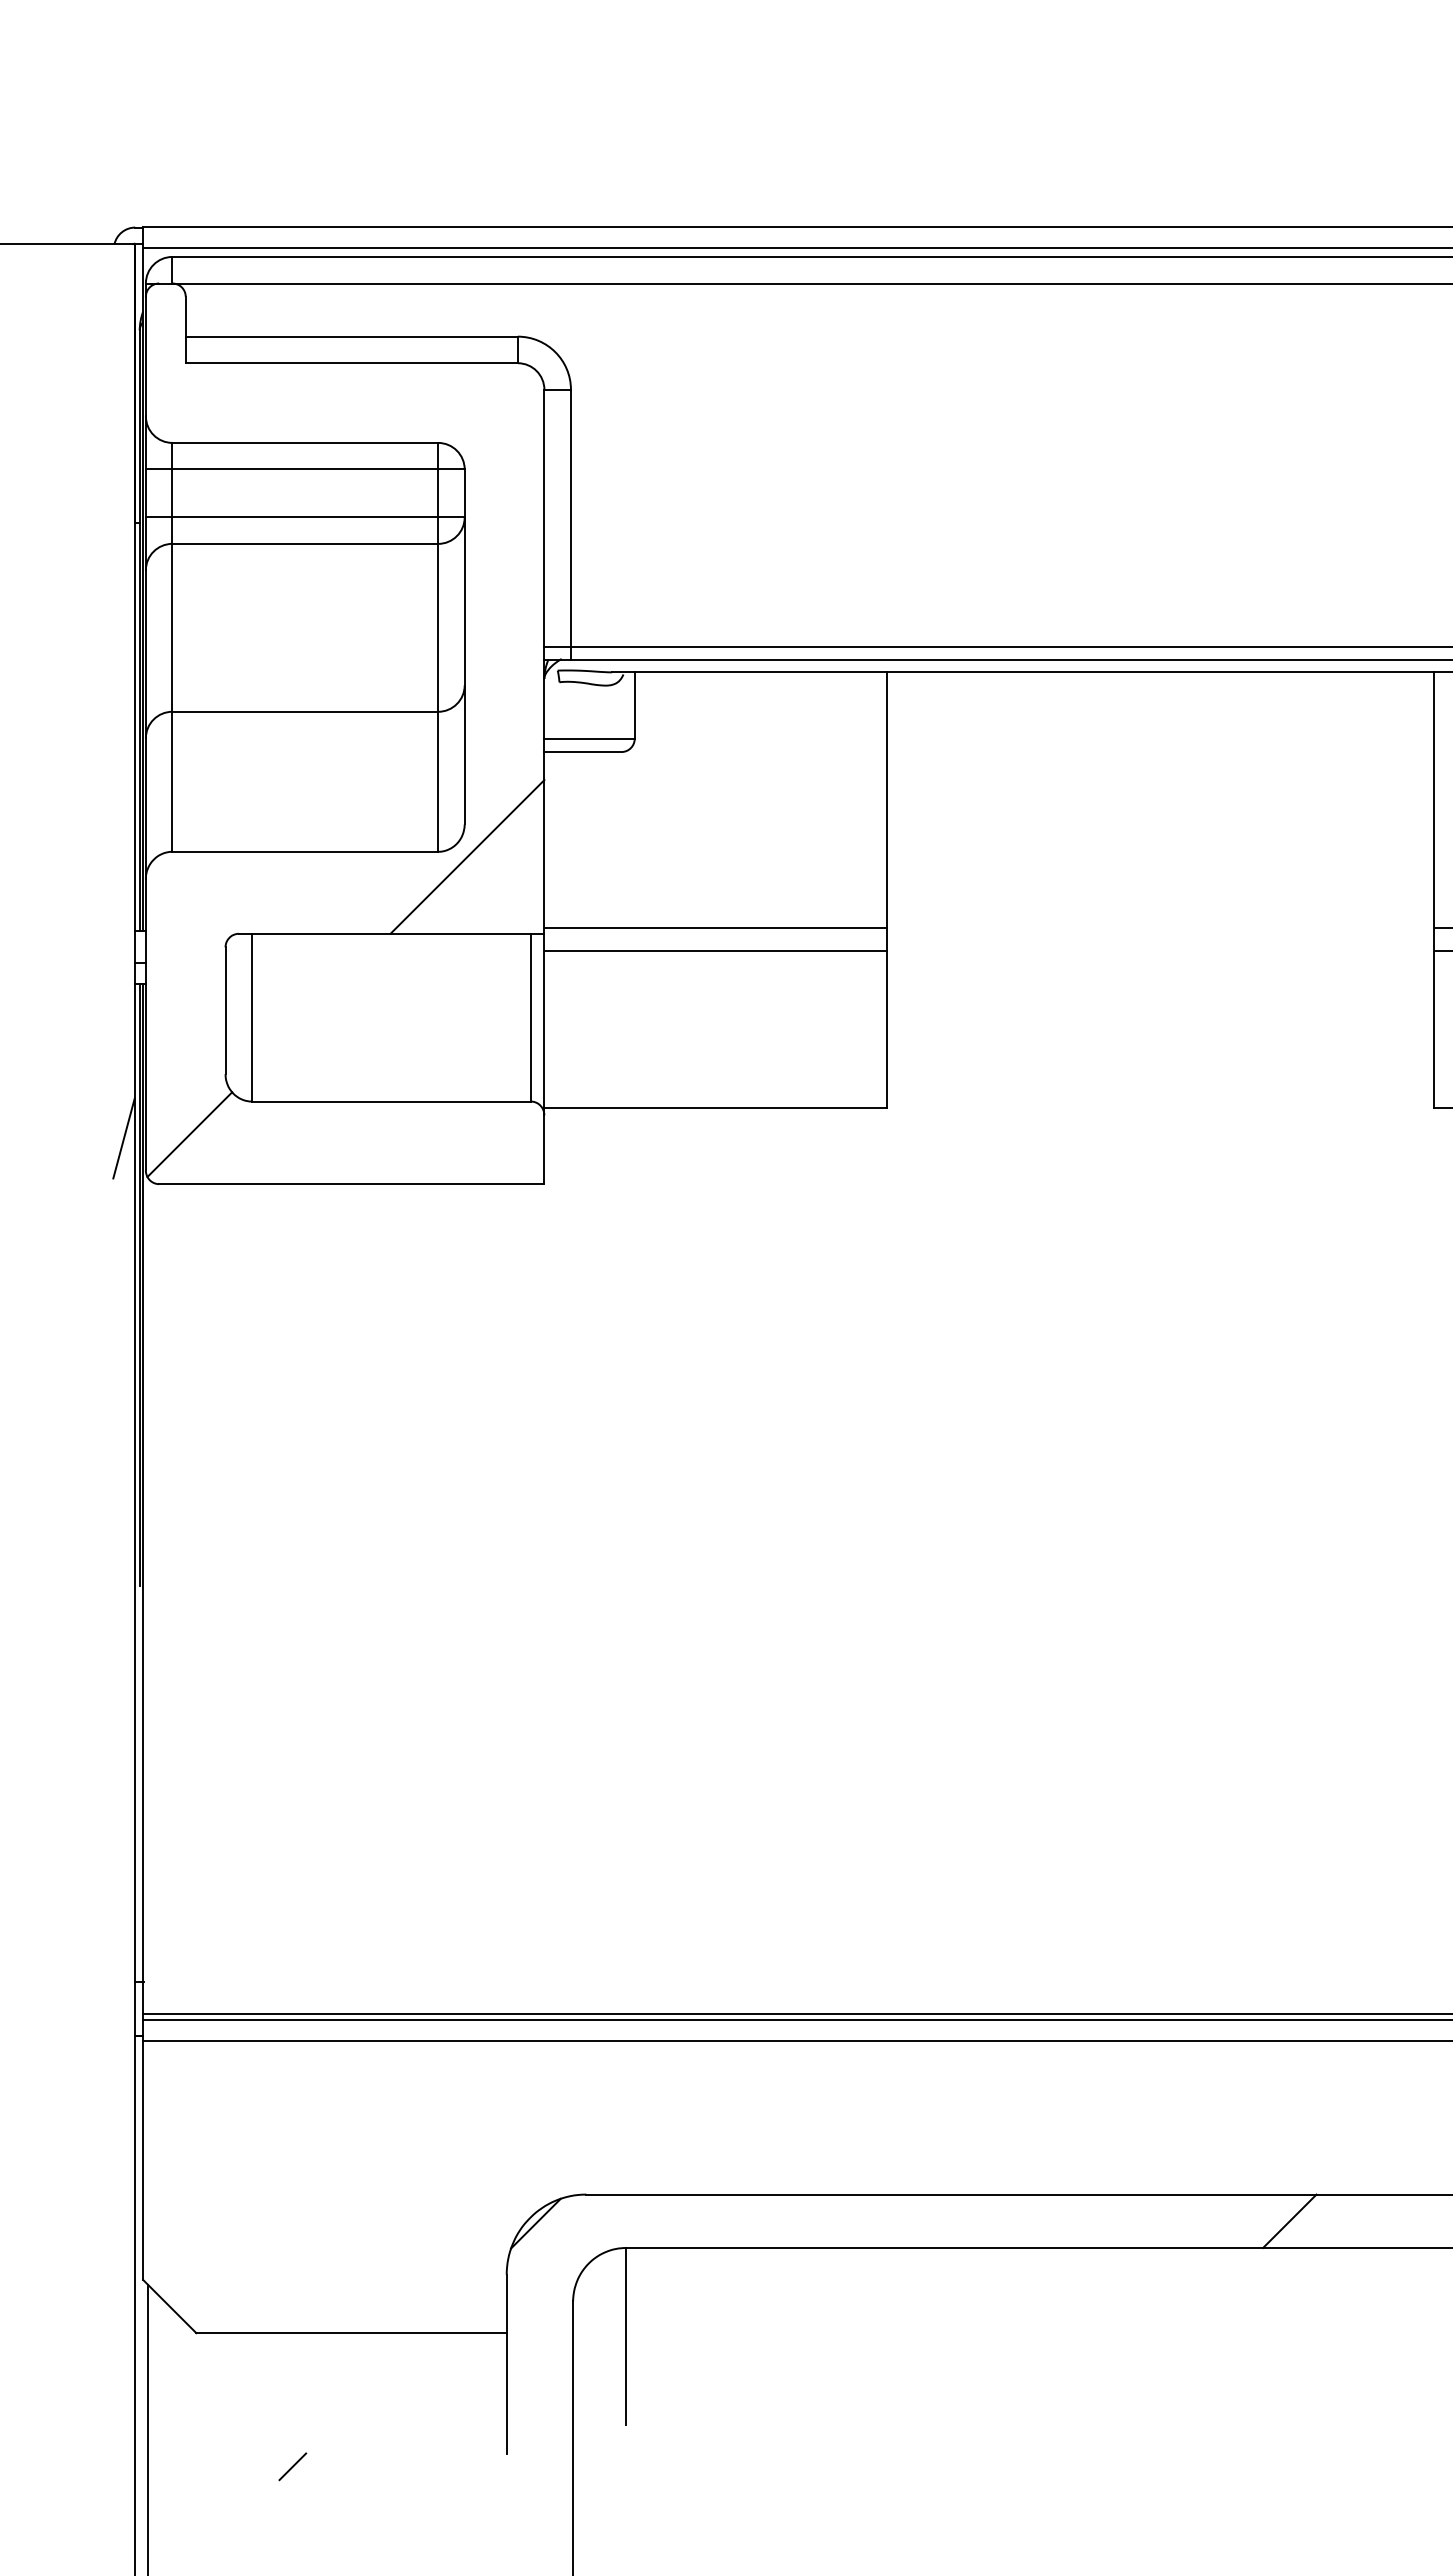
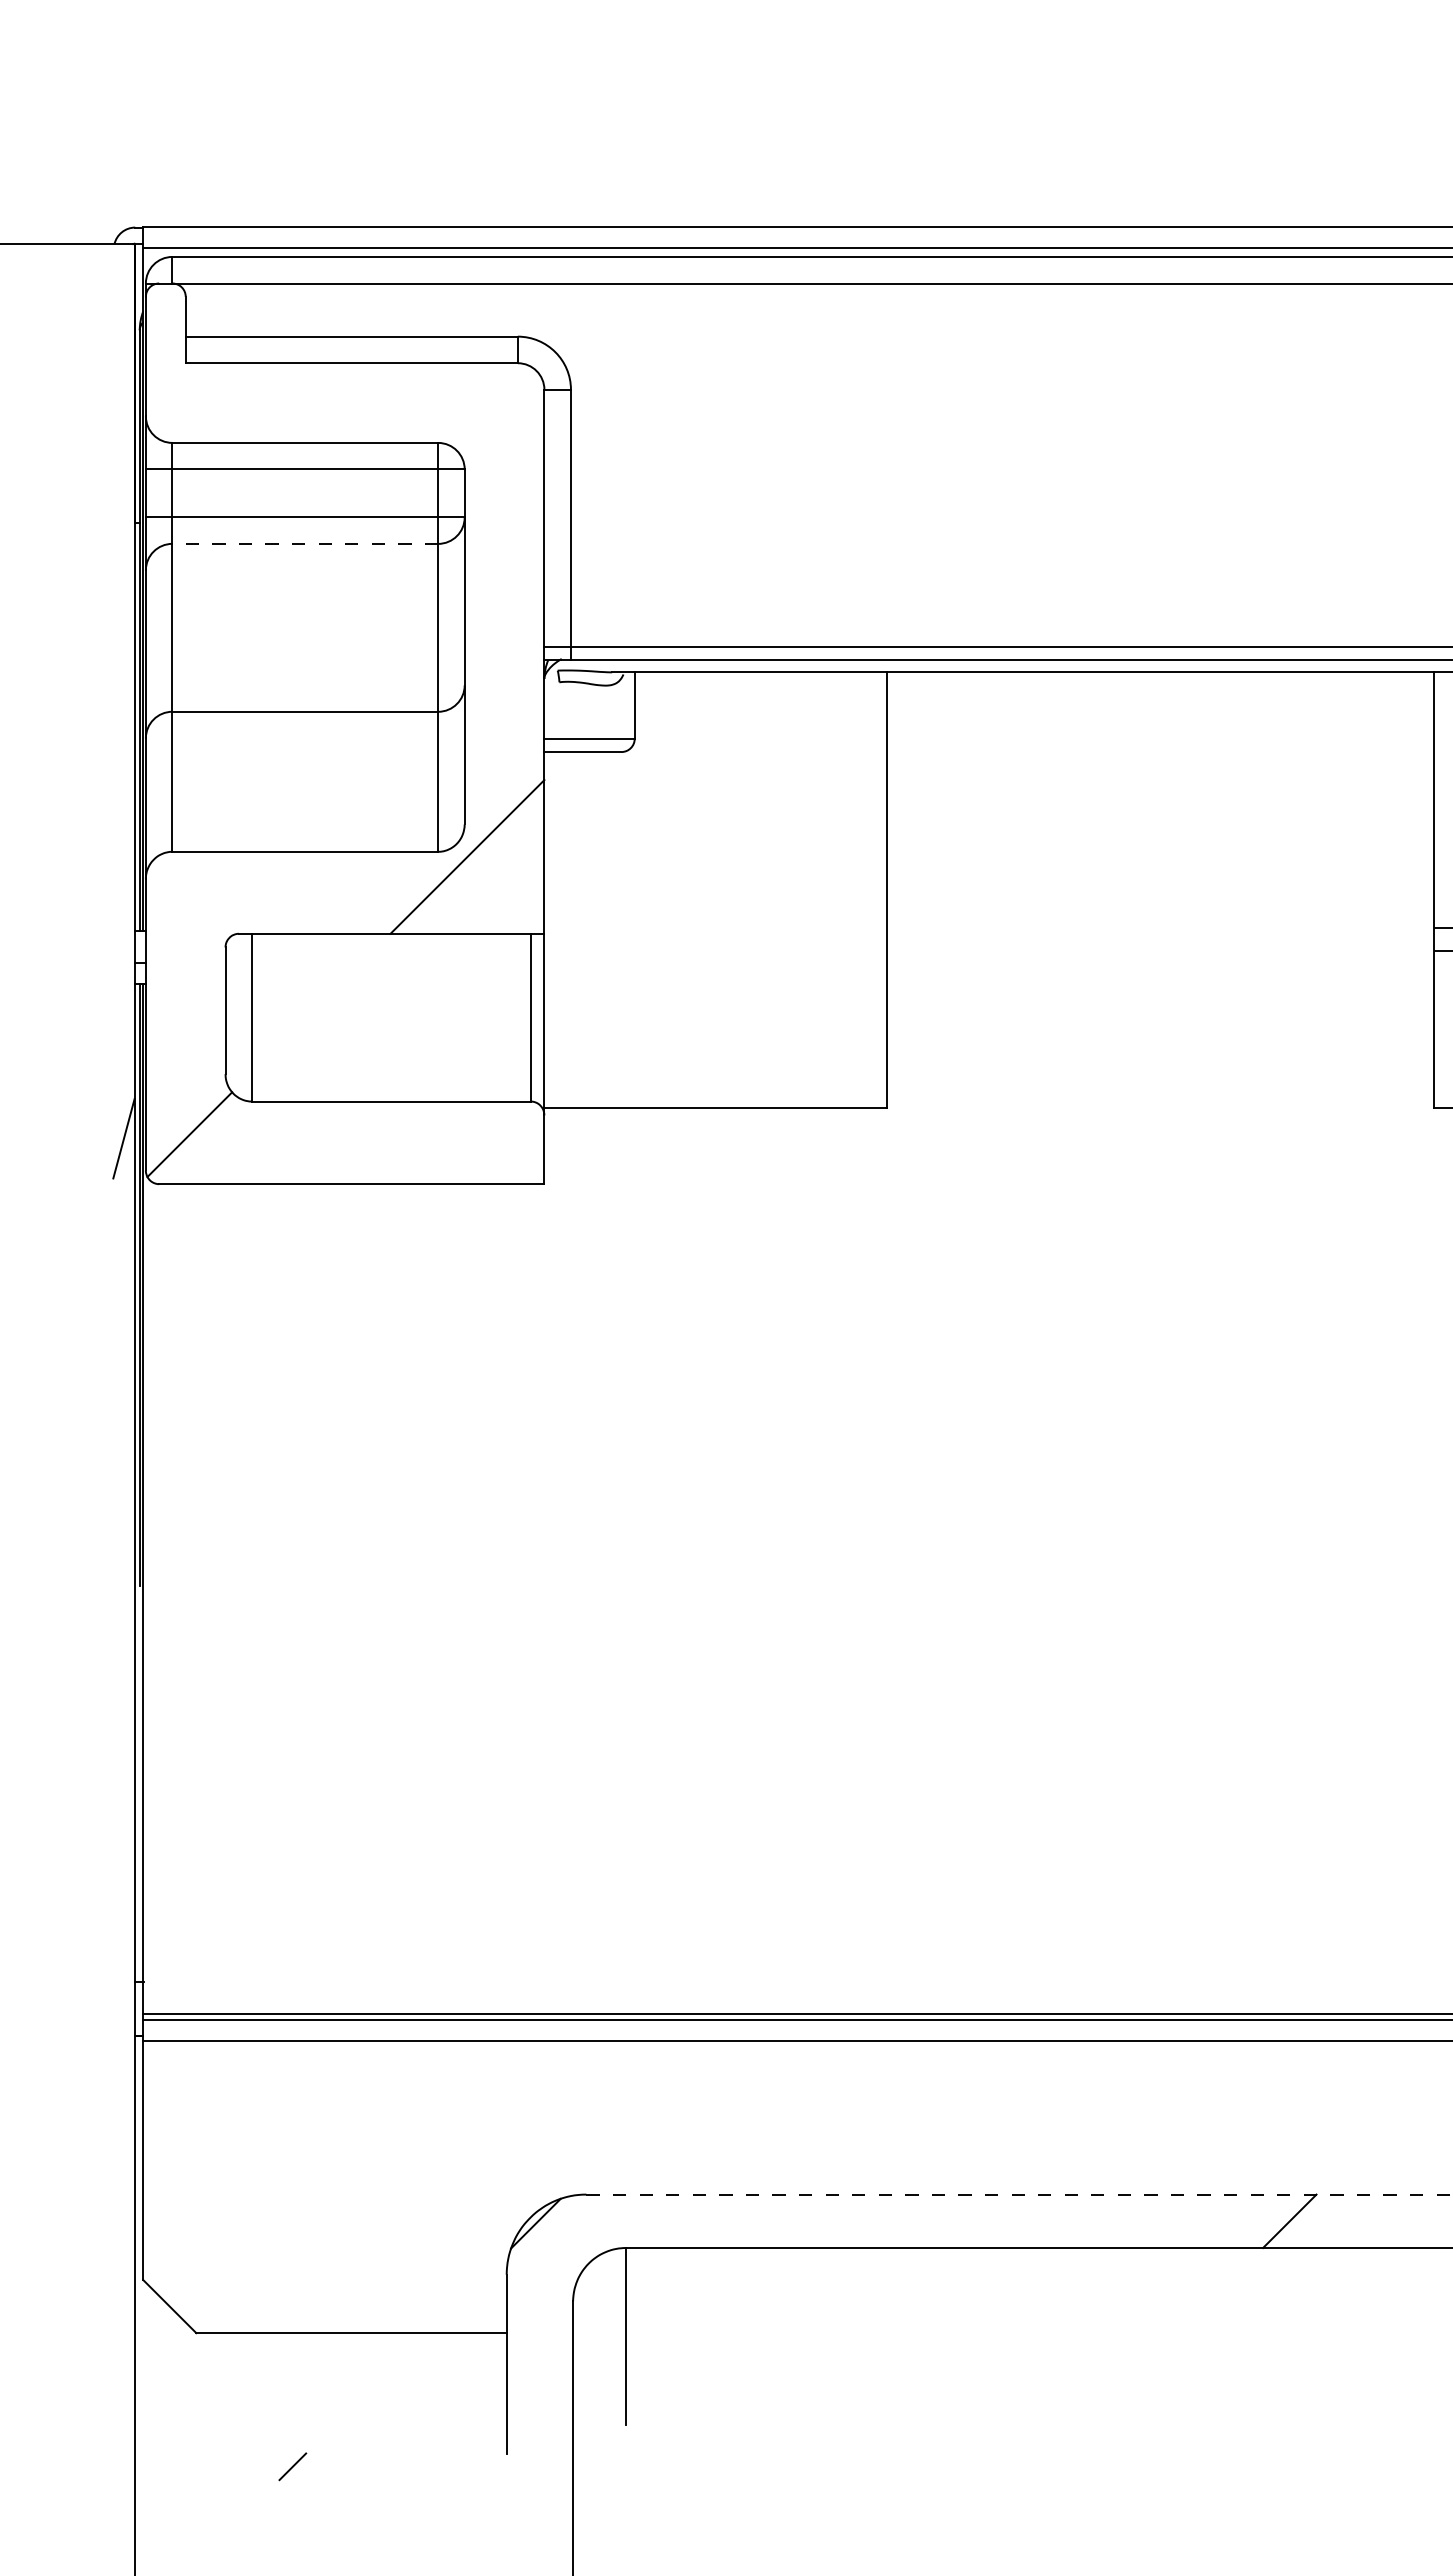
line at (305, 543): solid -> dashed
line at (715, 927): present -> none
line at (715, 950): present -> none
line at (1019, 2194): solid -> dashed
line at (148, 2428): present -> none
